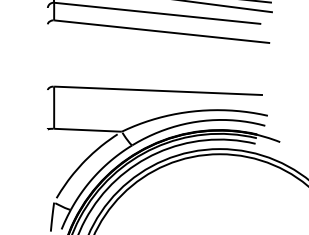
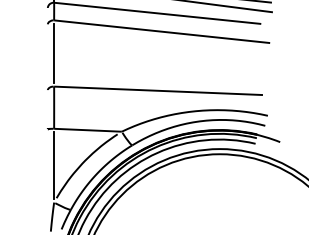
line at (54, 53): none -> present
line at (54, 165): none -> present
